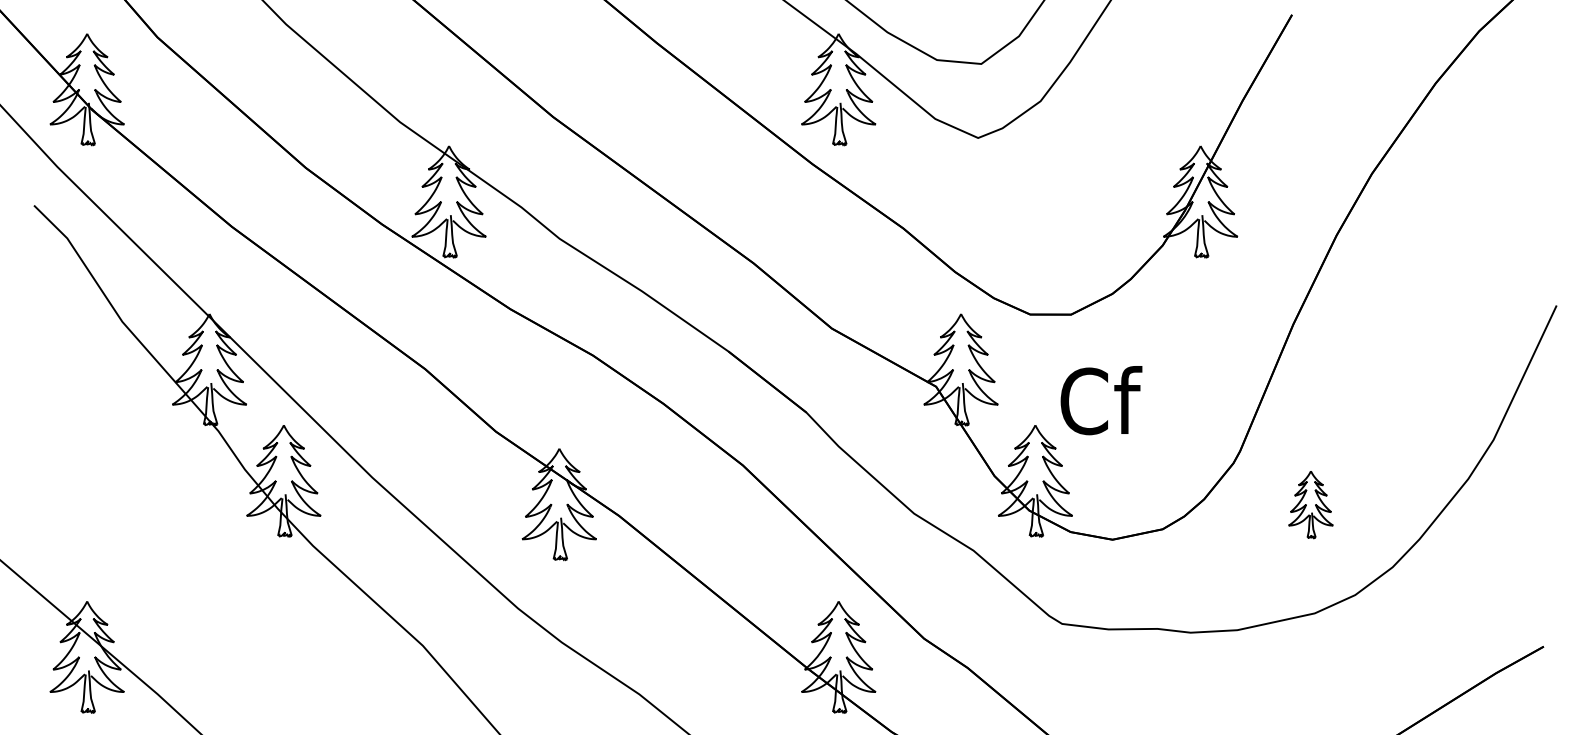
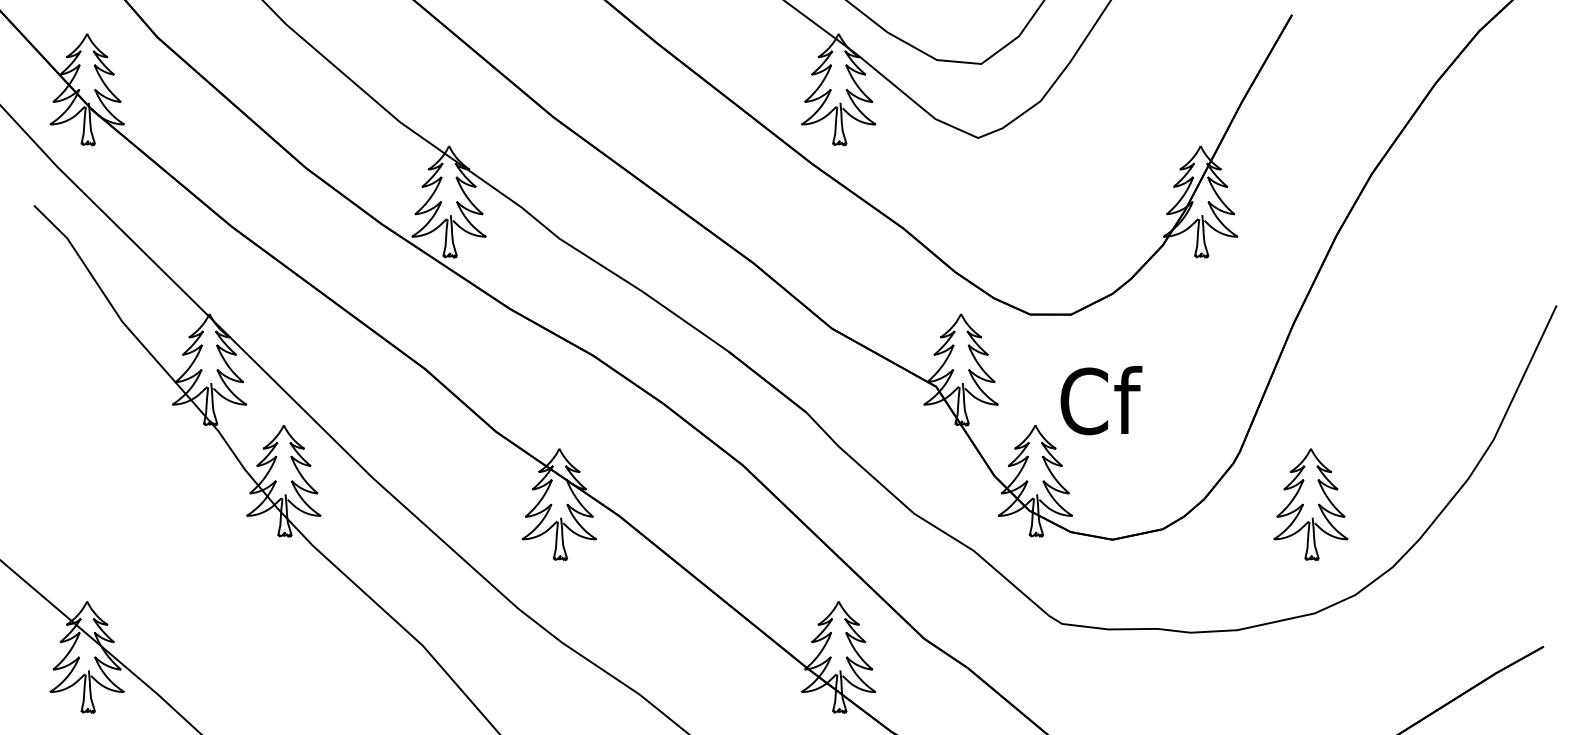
part at (1310, 505) size: 46x69 px -> 76x114 px
